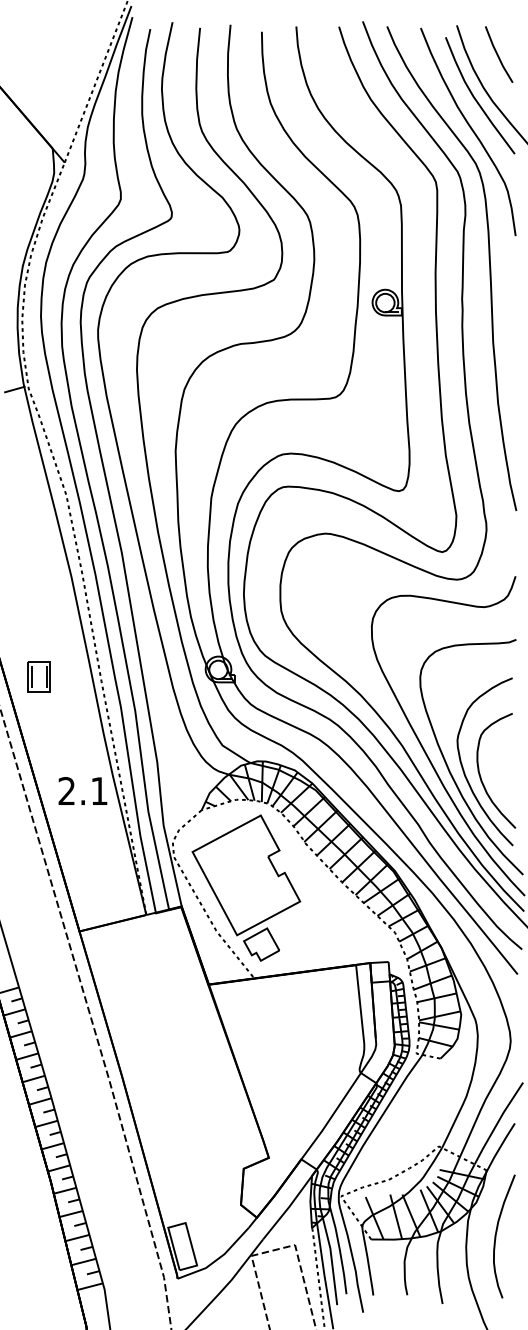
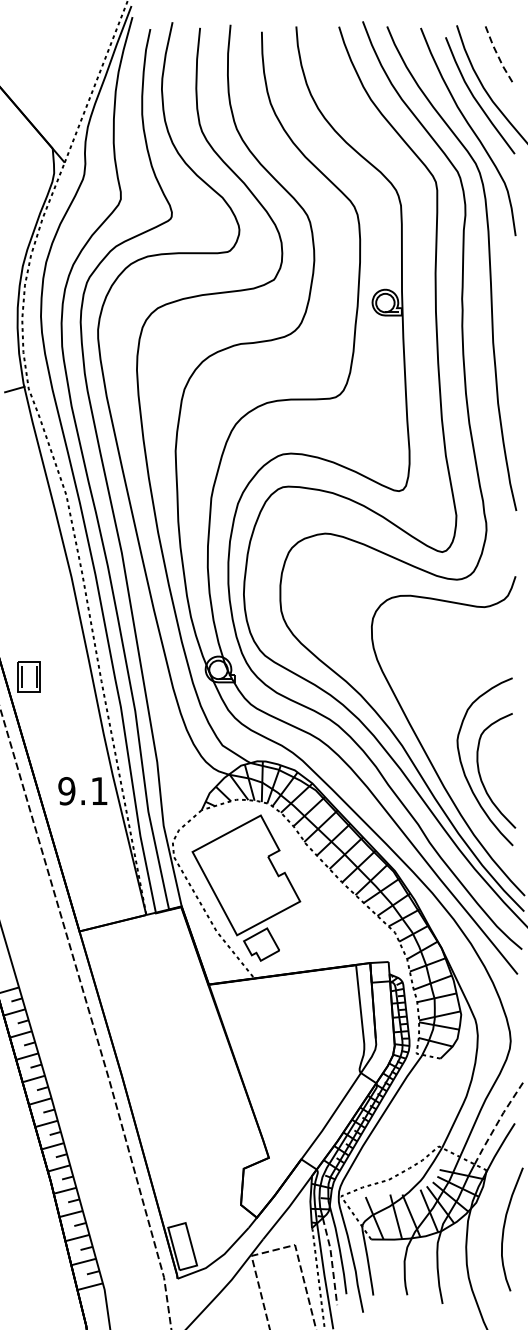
line at (498, 55): solid -> dashed
part at (38, 676) position: (38, 676) -> (28, 676)
curve at (449, 768): present -> none
text at (66, 791): 2.1 -> 9.1
line at (497, 1122): solid -> dashed
curve at (496, 1236) position: (496, 1236) -> (504, 1229)
line at (331, 1261): solid -> dashed
